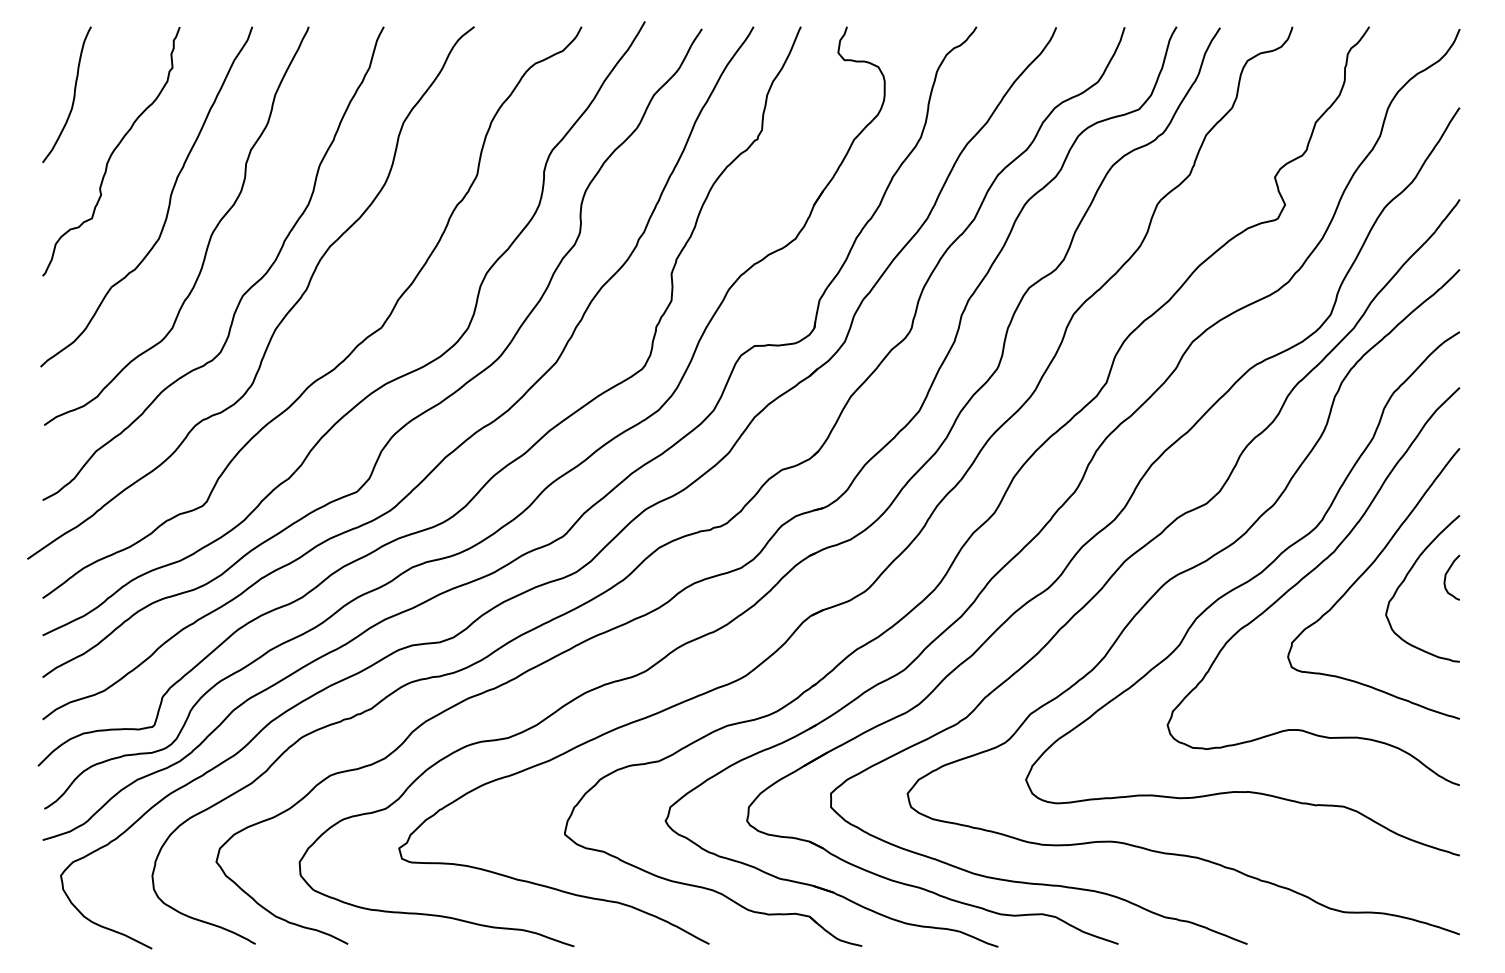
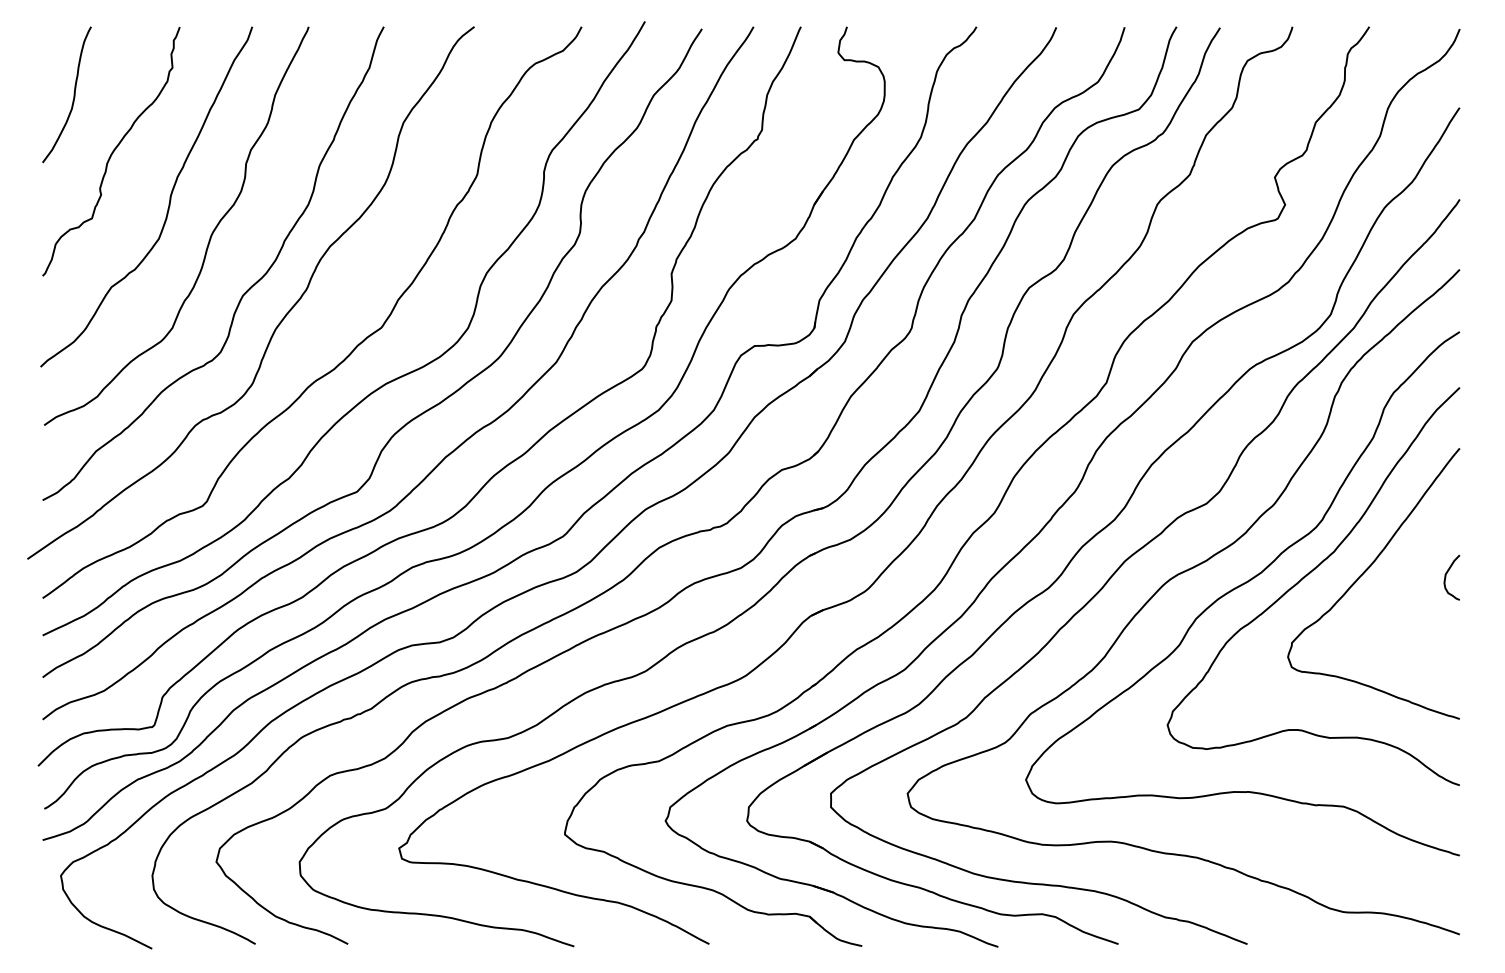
curve at (1406, 578): present -> none
